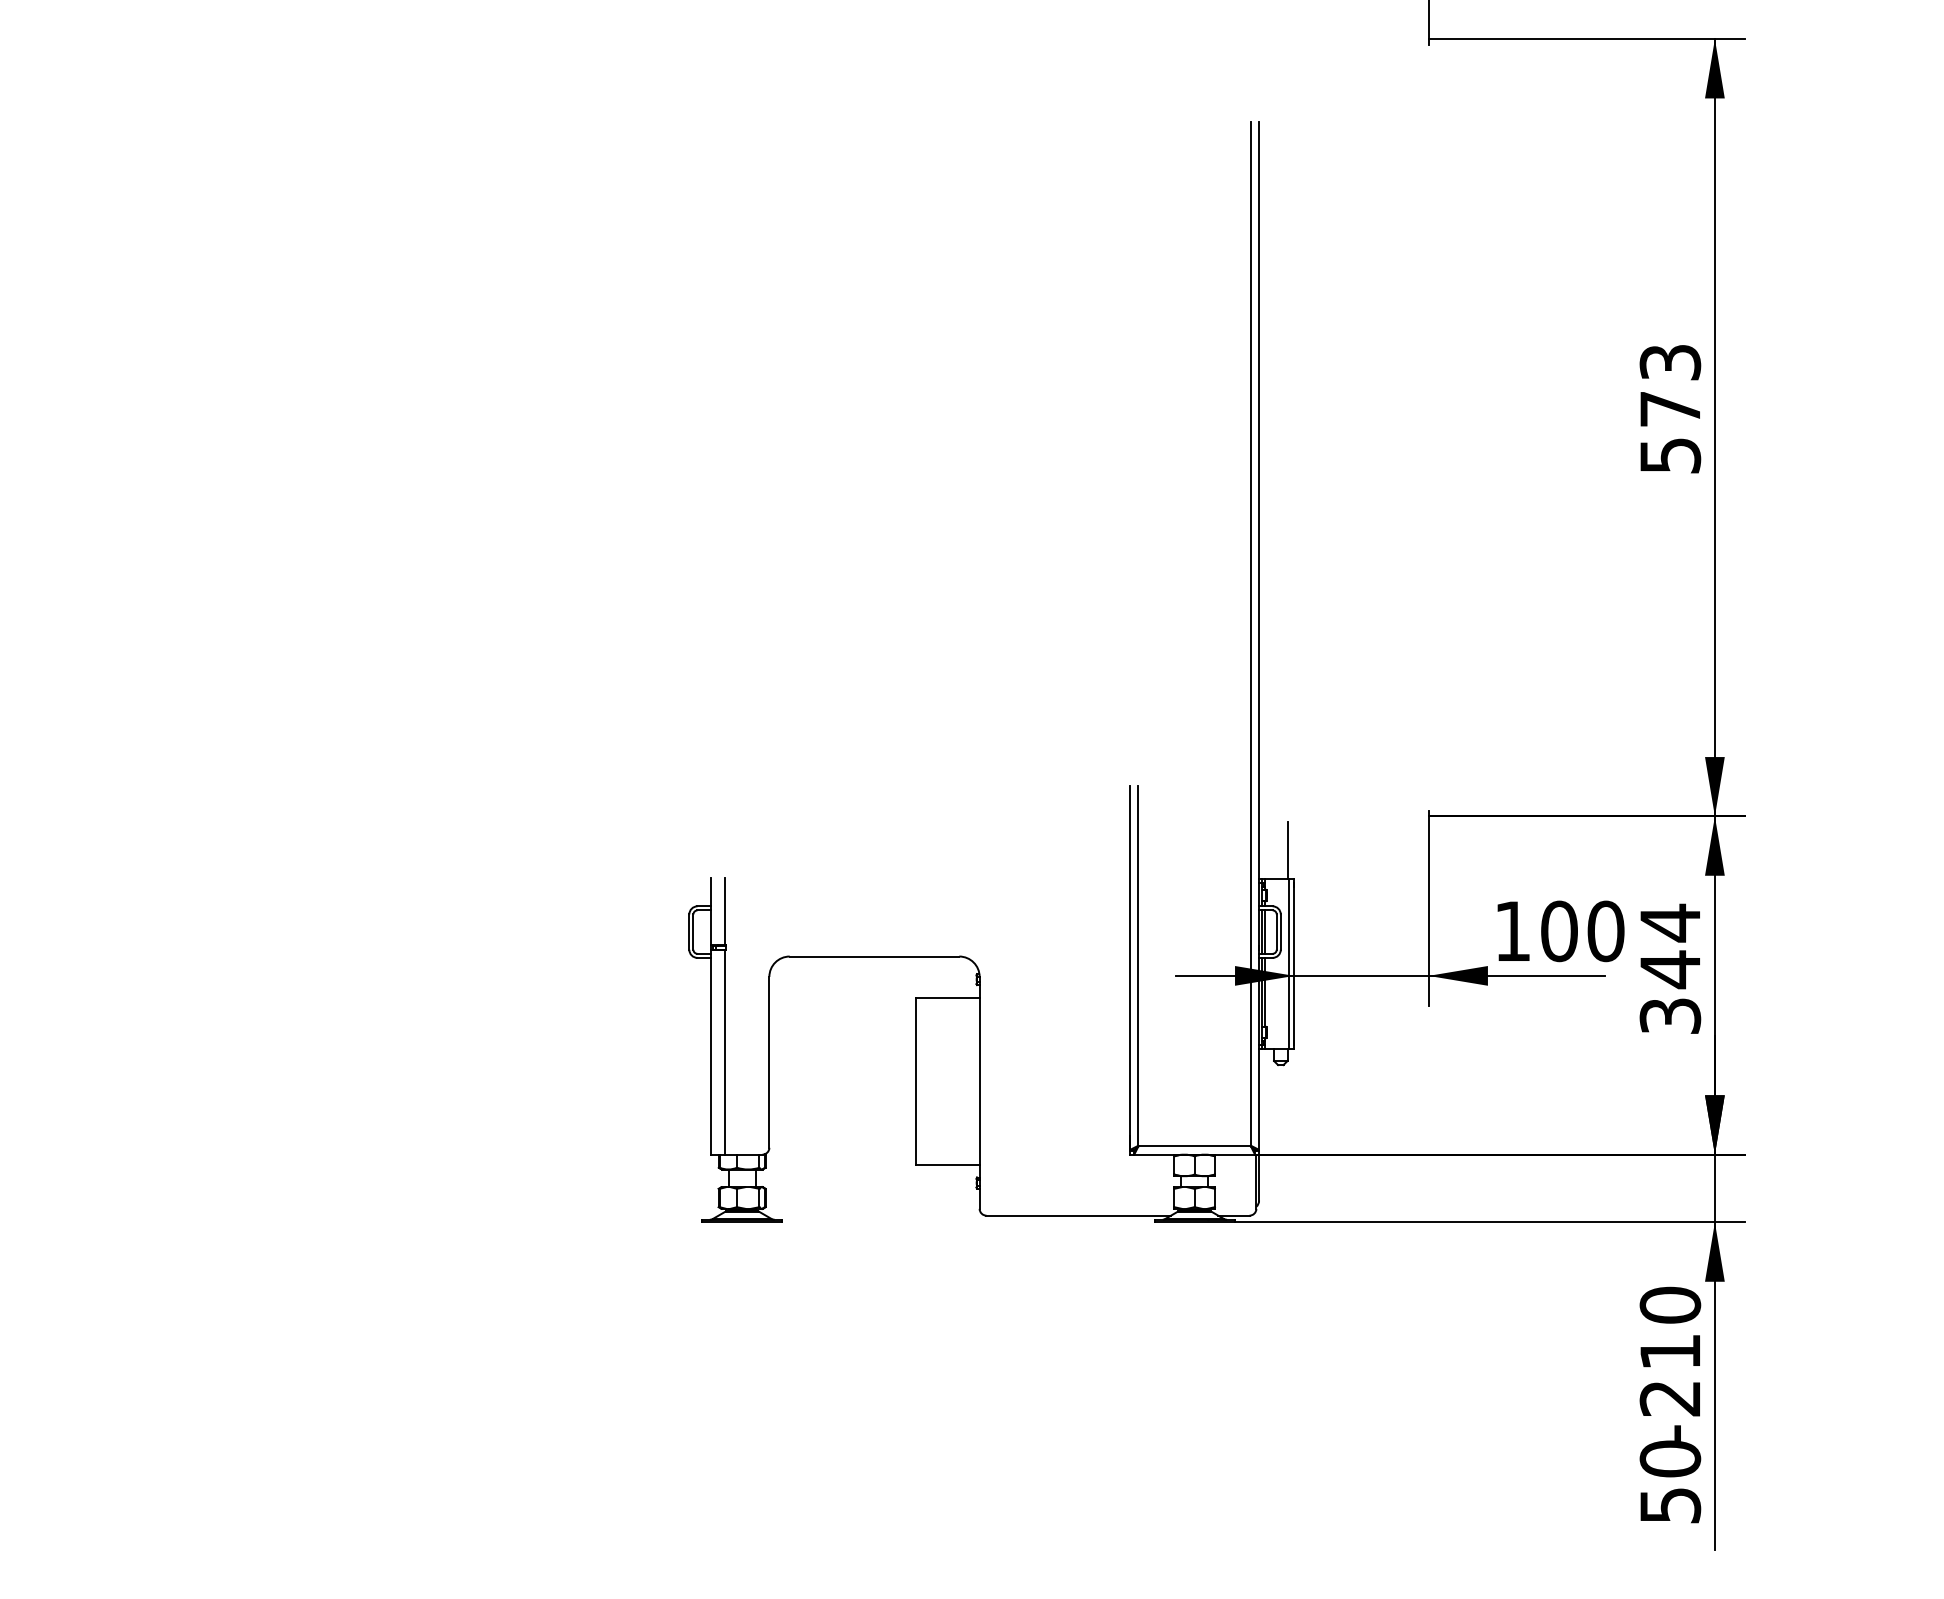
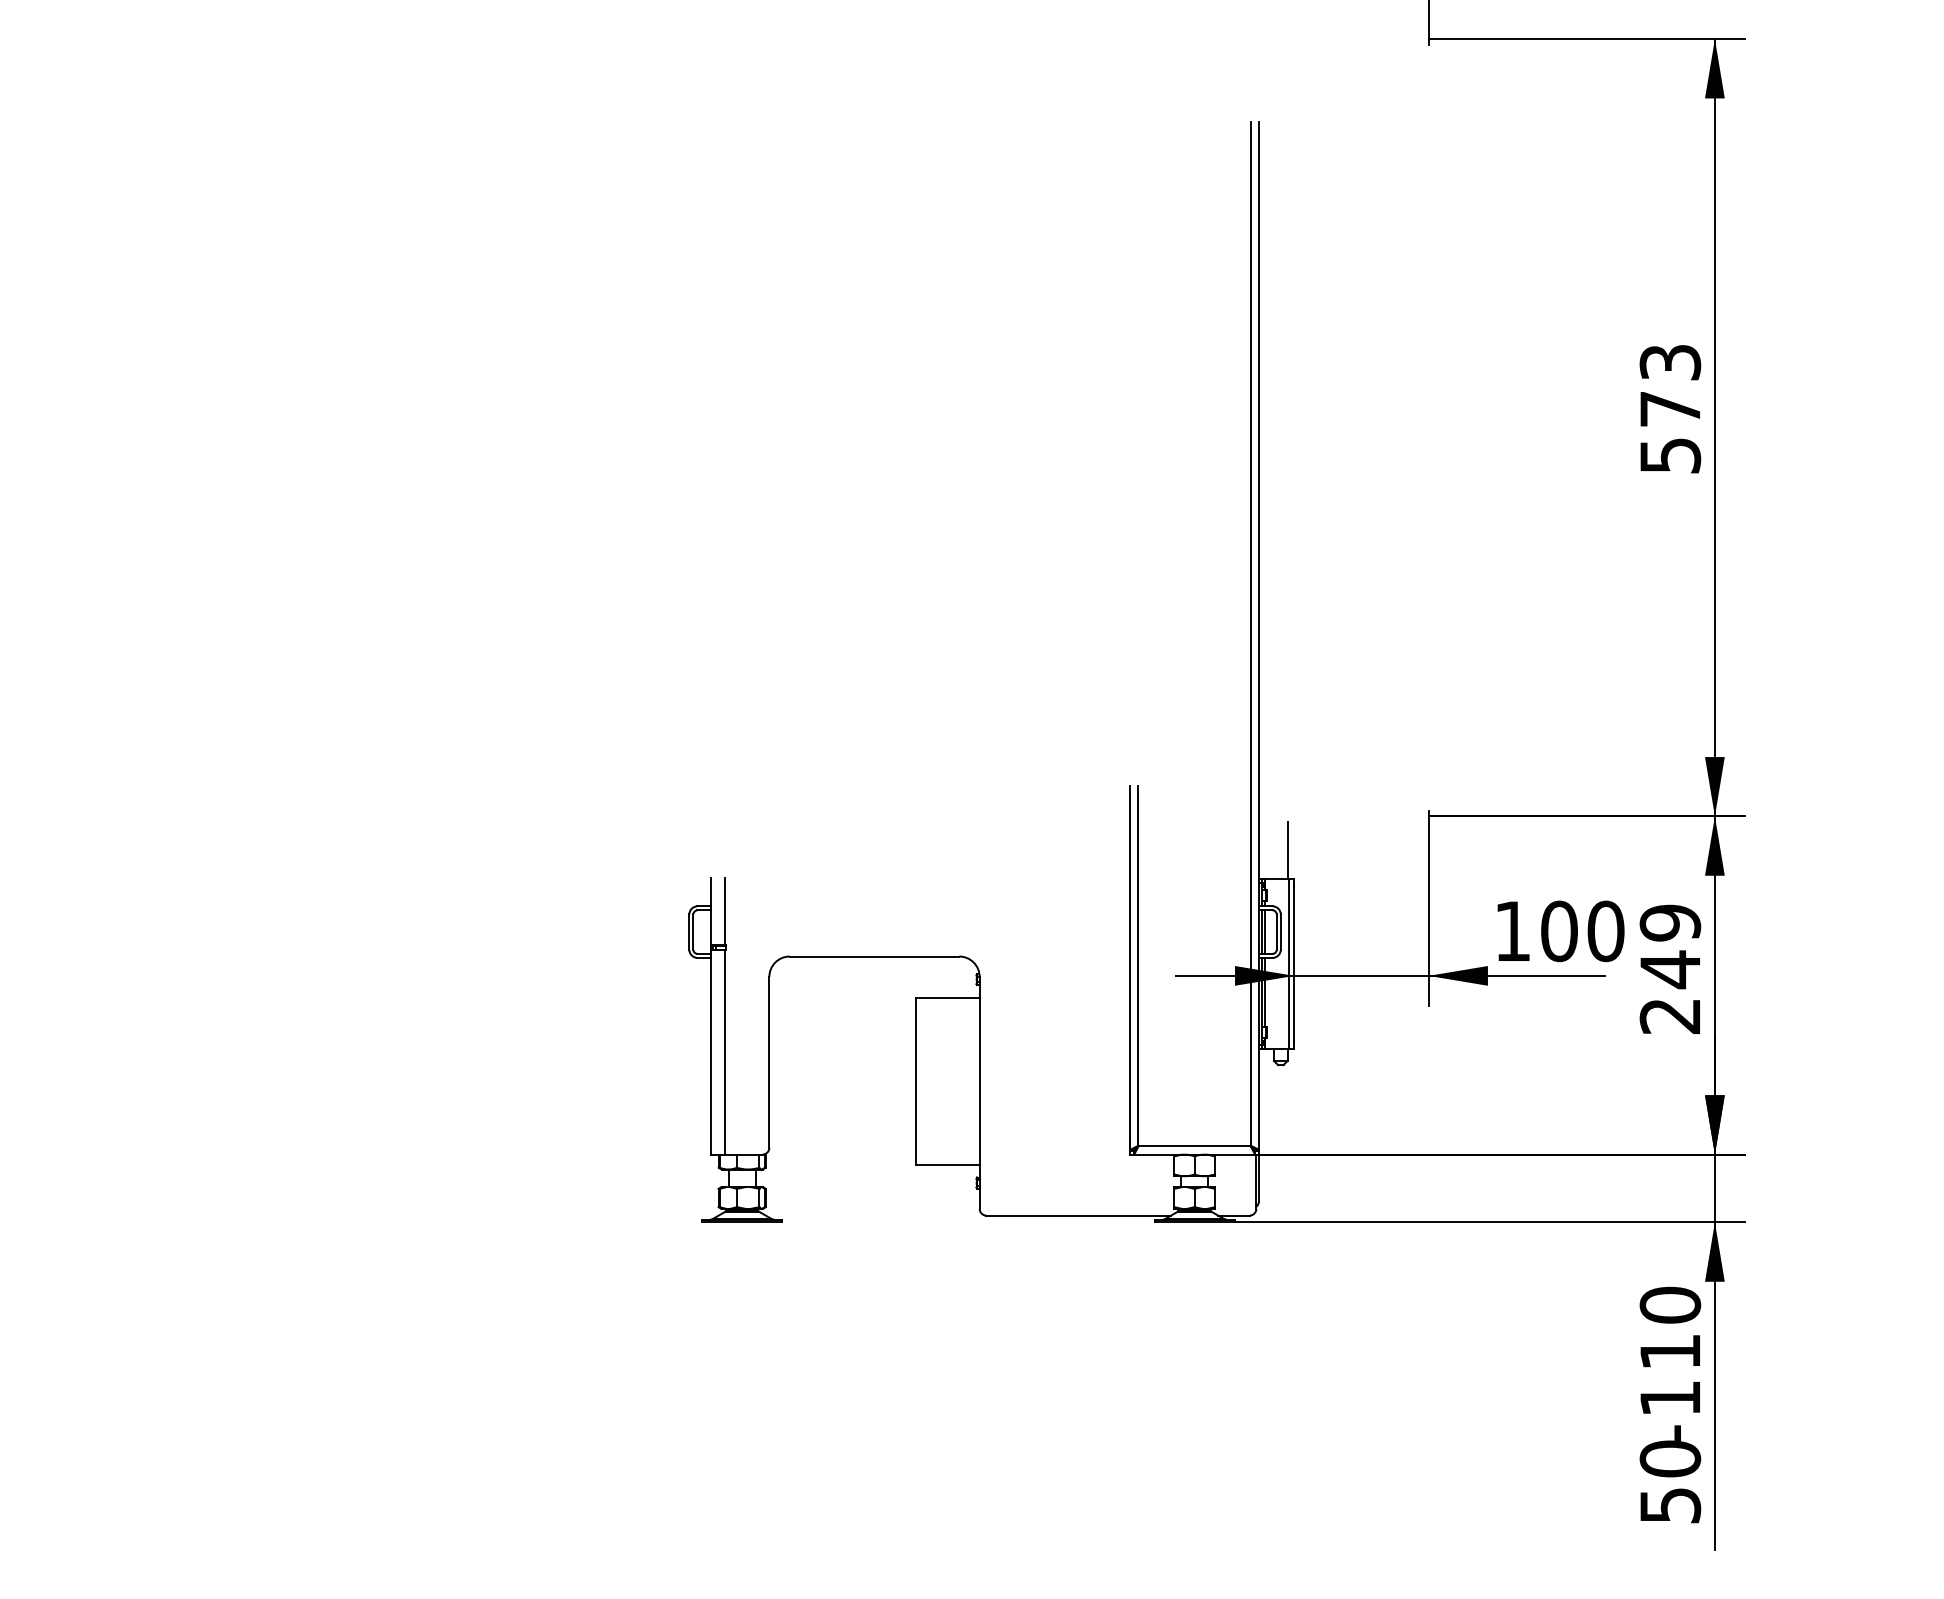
text at (1670, 968): 344 -> 249
text at (1669, 1398): -210 -> -110
